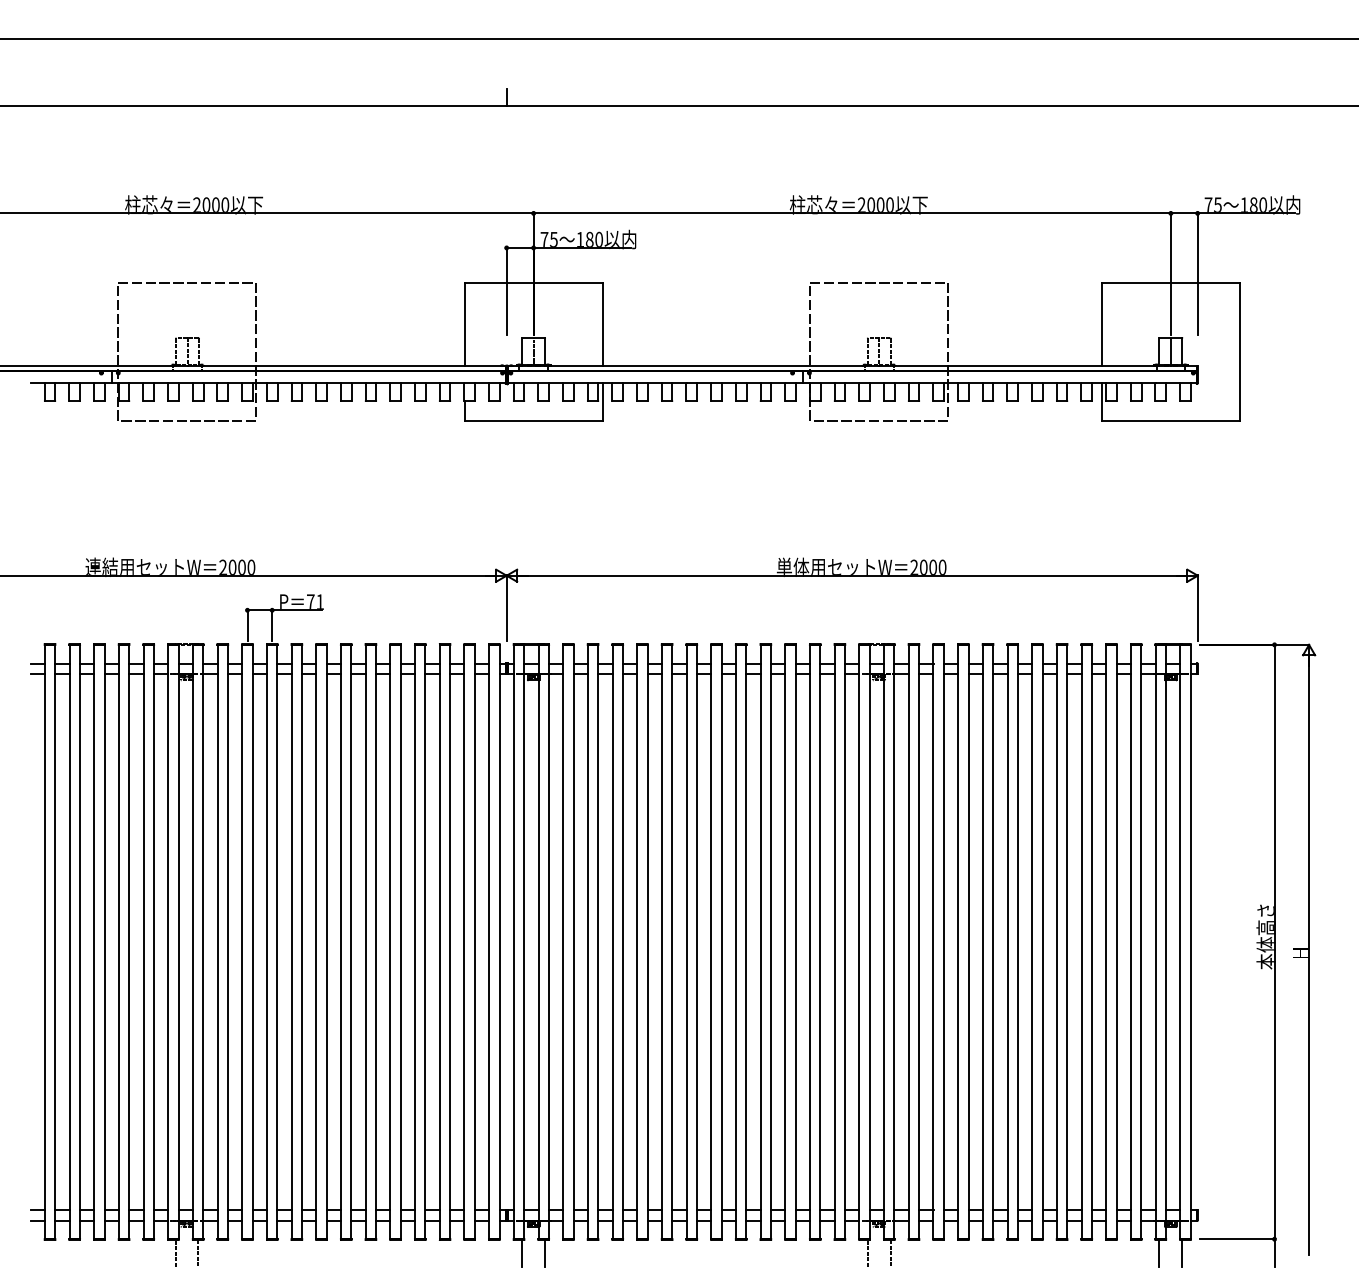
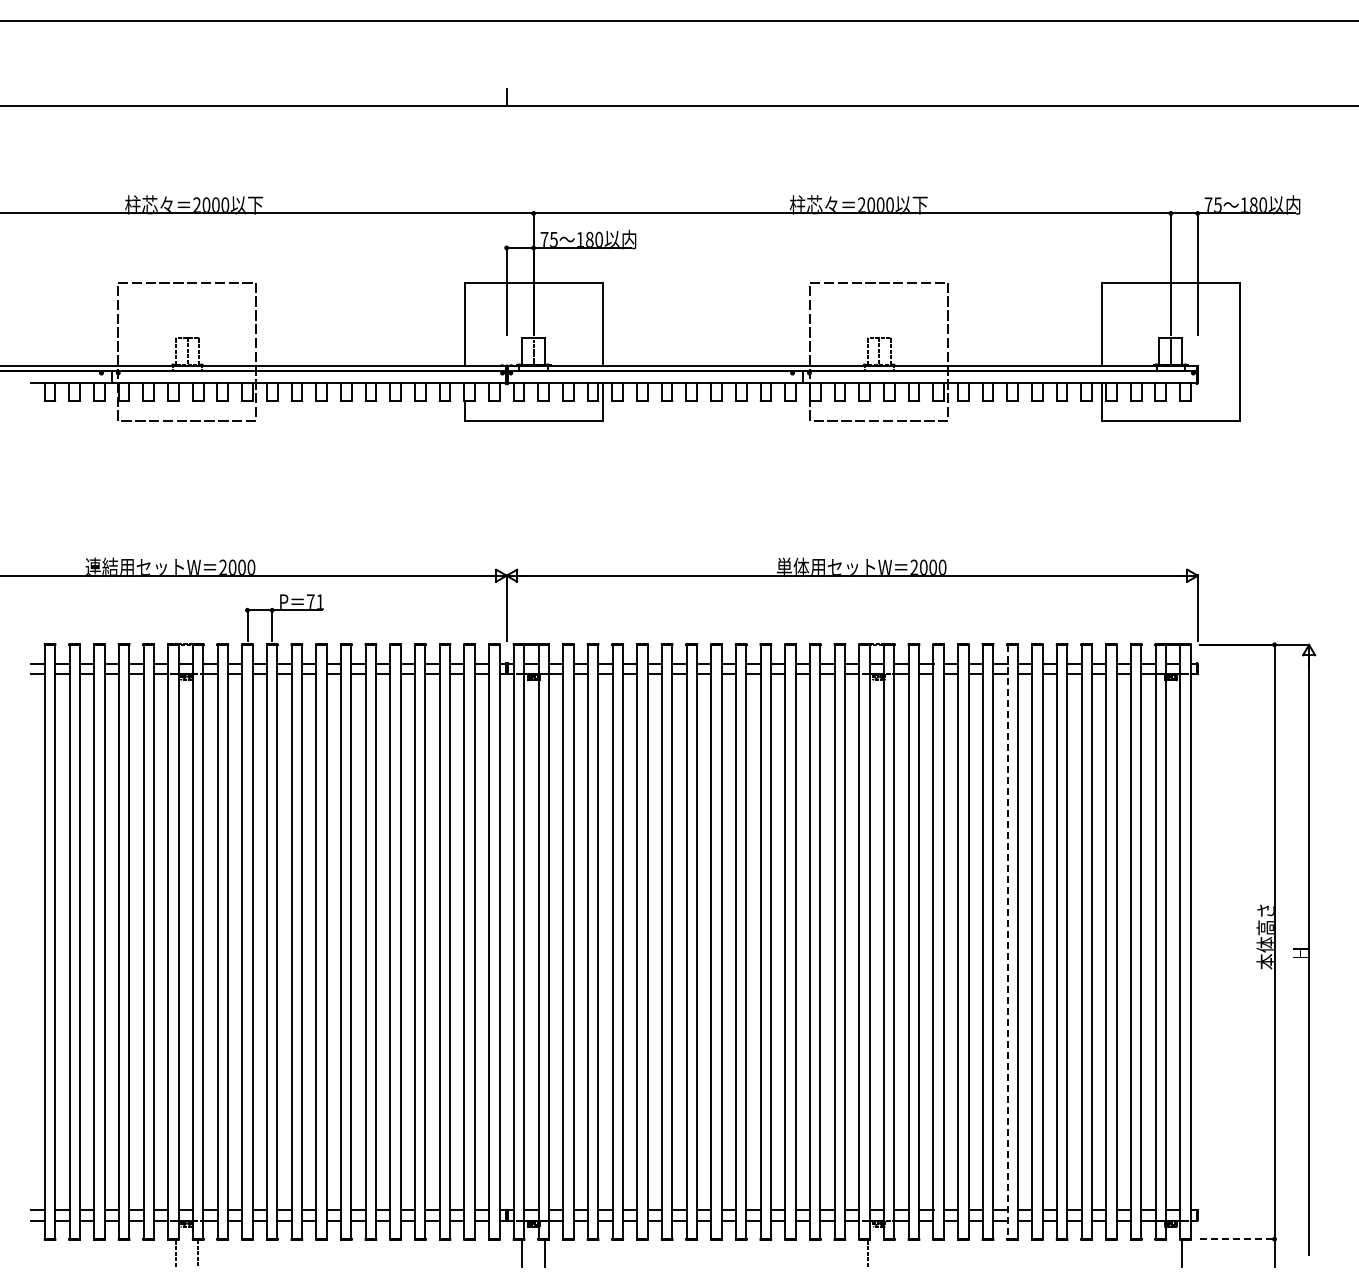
line at (678, 38) position: (678, 38) -> (678, 20)
line at (1007, 942): solid -> dashed
line at (1238, 1239): solid -> dashed
line at (890, 1253): present -> none
line at (1159, 1253): present -> none
